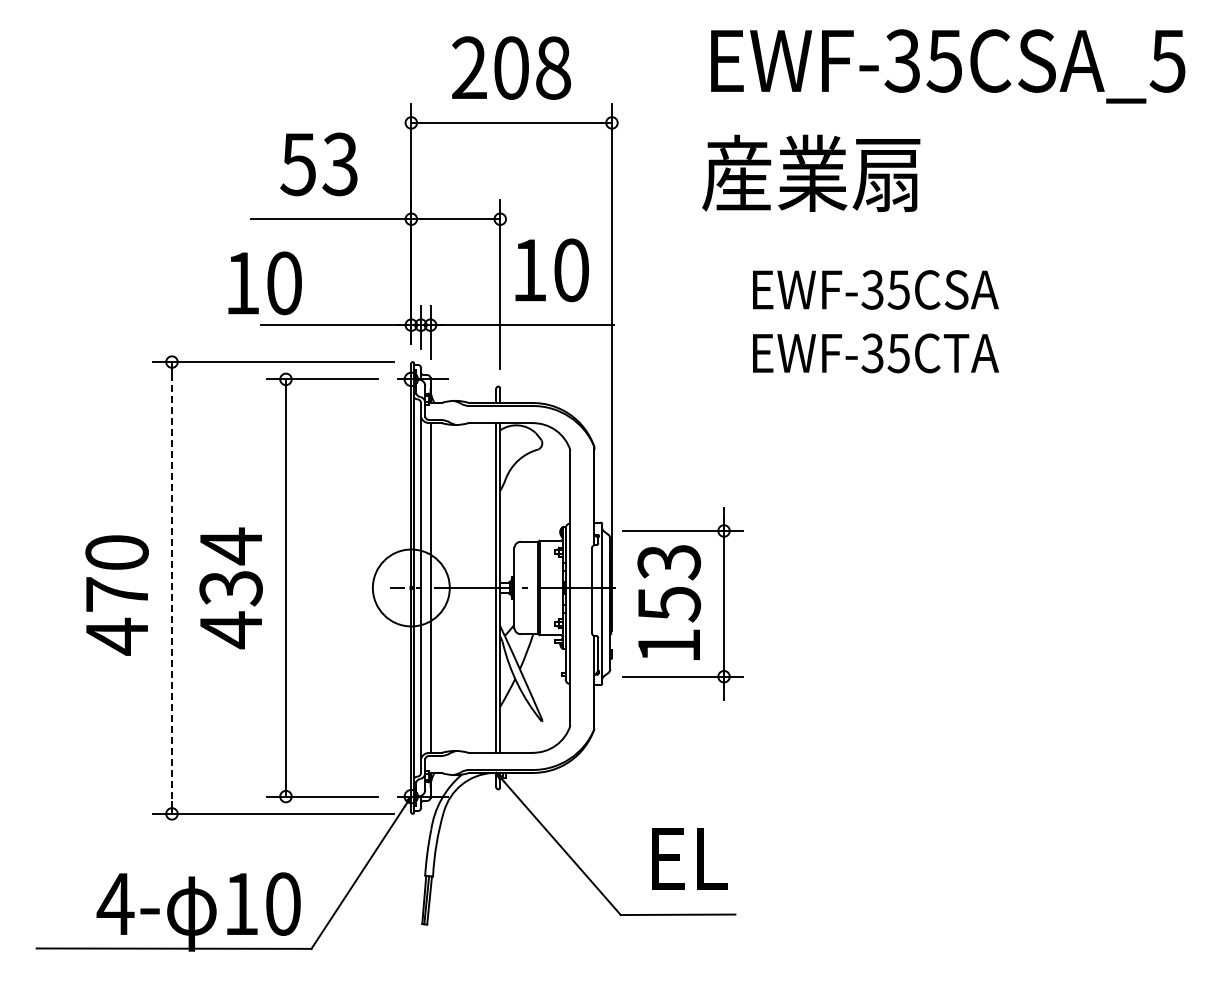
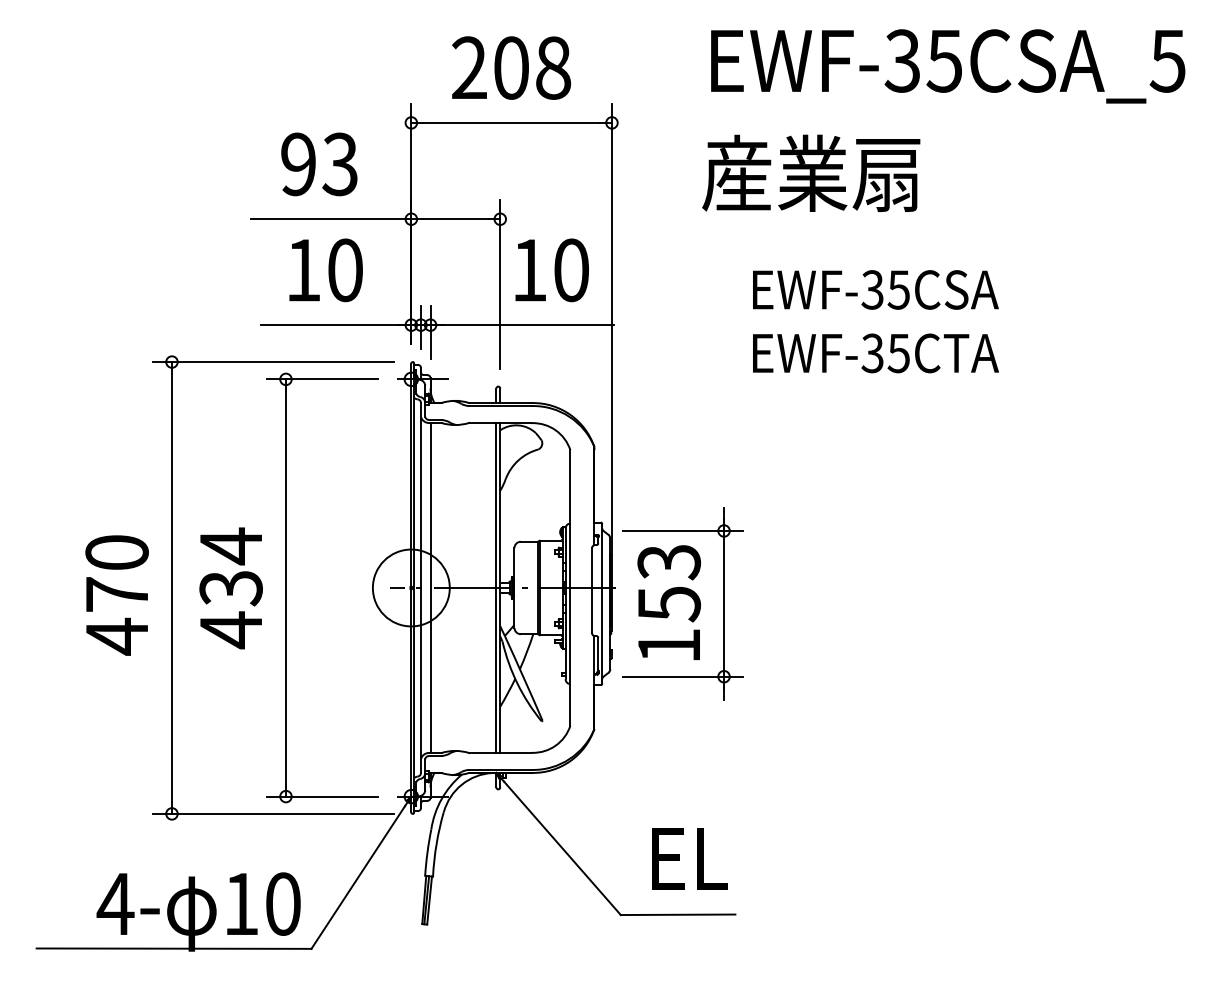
text at (297, 164): 53 -> 93
text at (264, 283) position: (264, 283) -> (325, 270)
line at (171, 588): dashed -> solid
